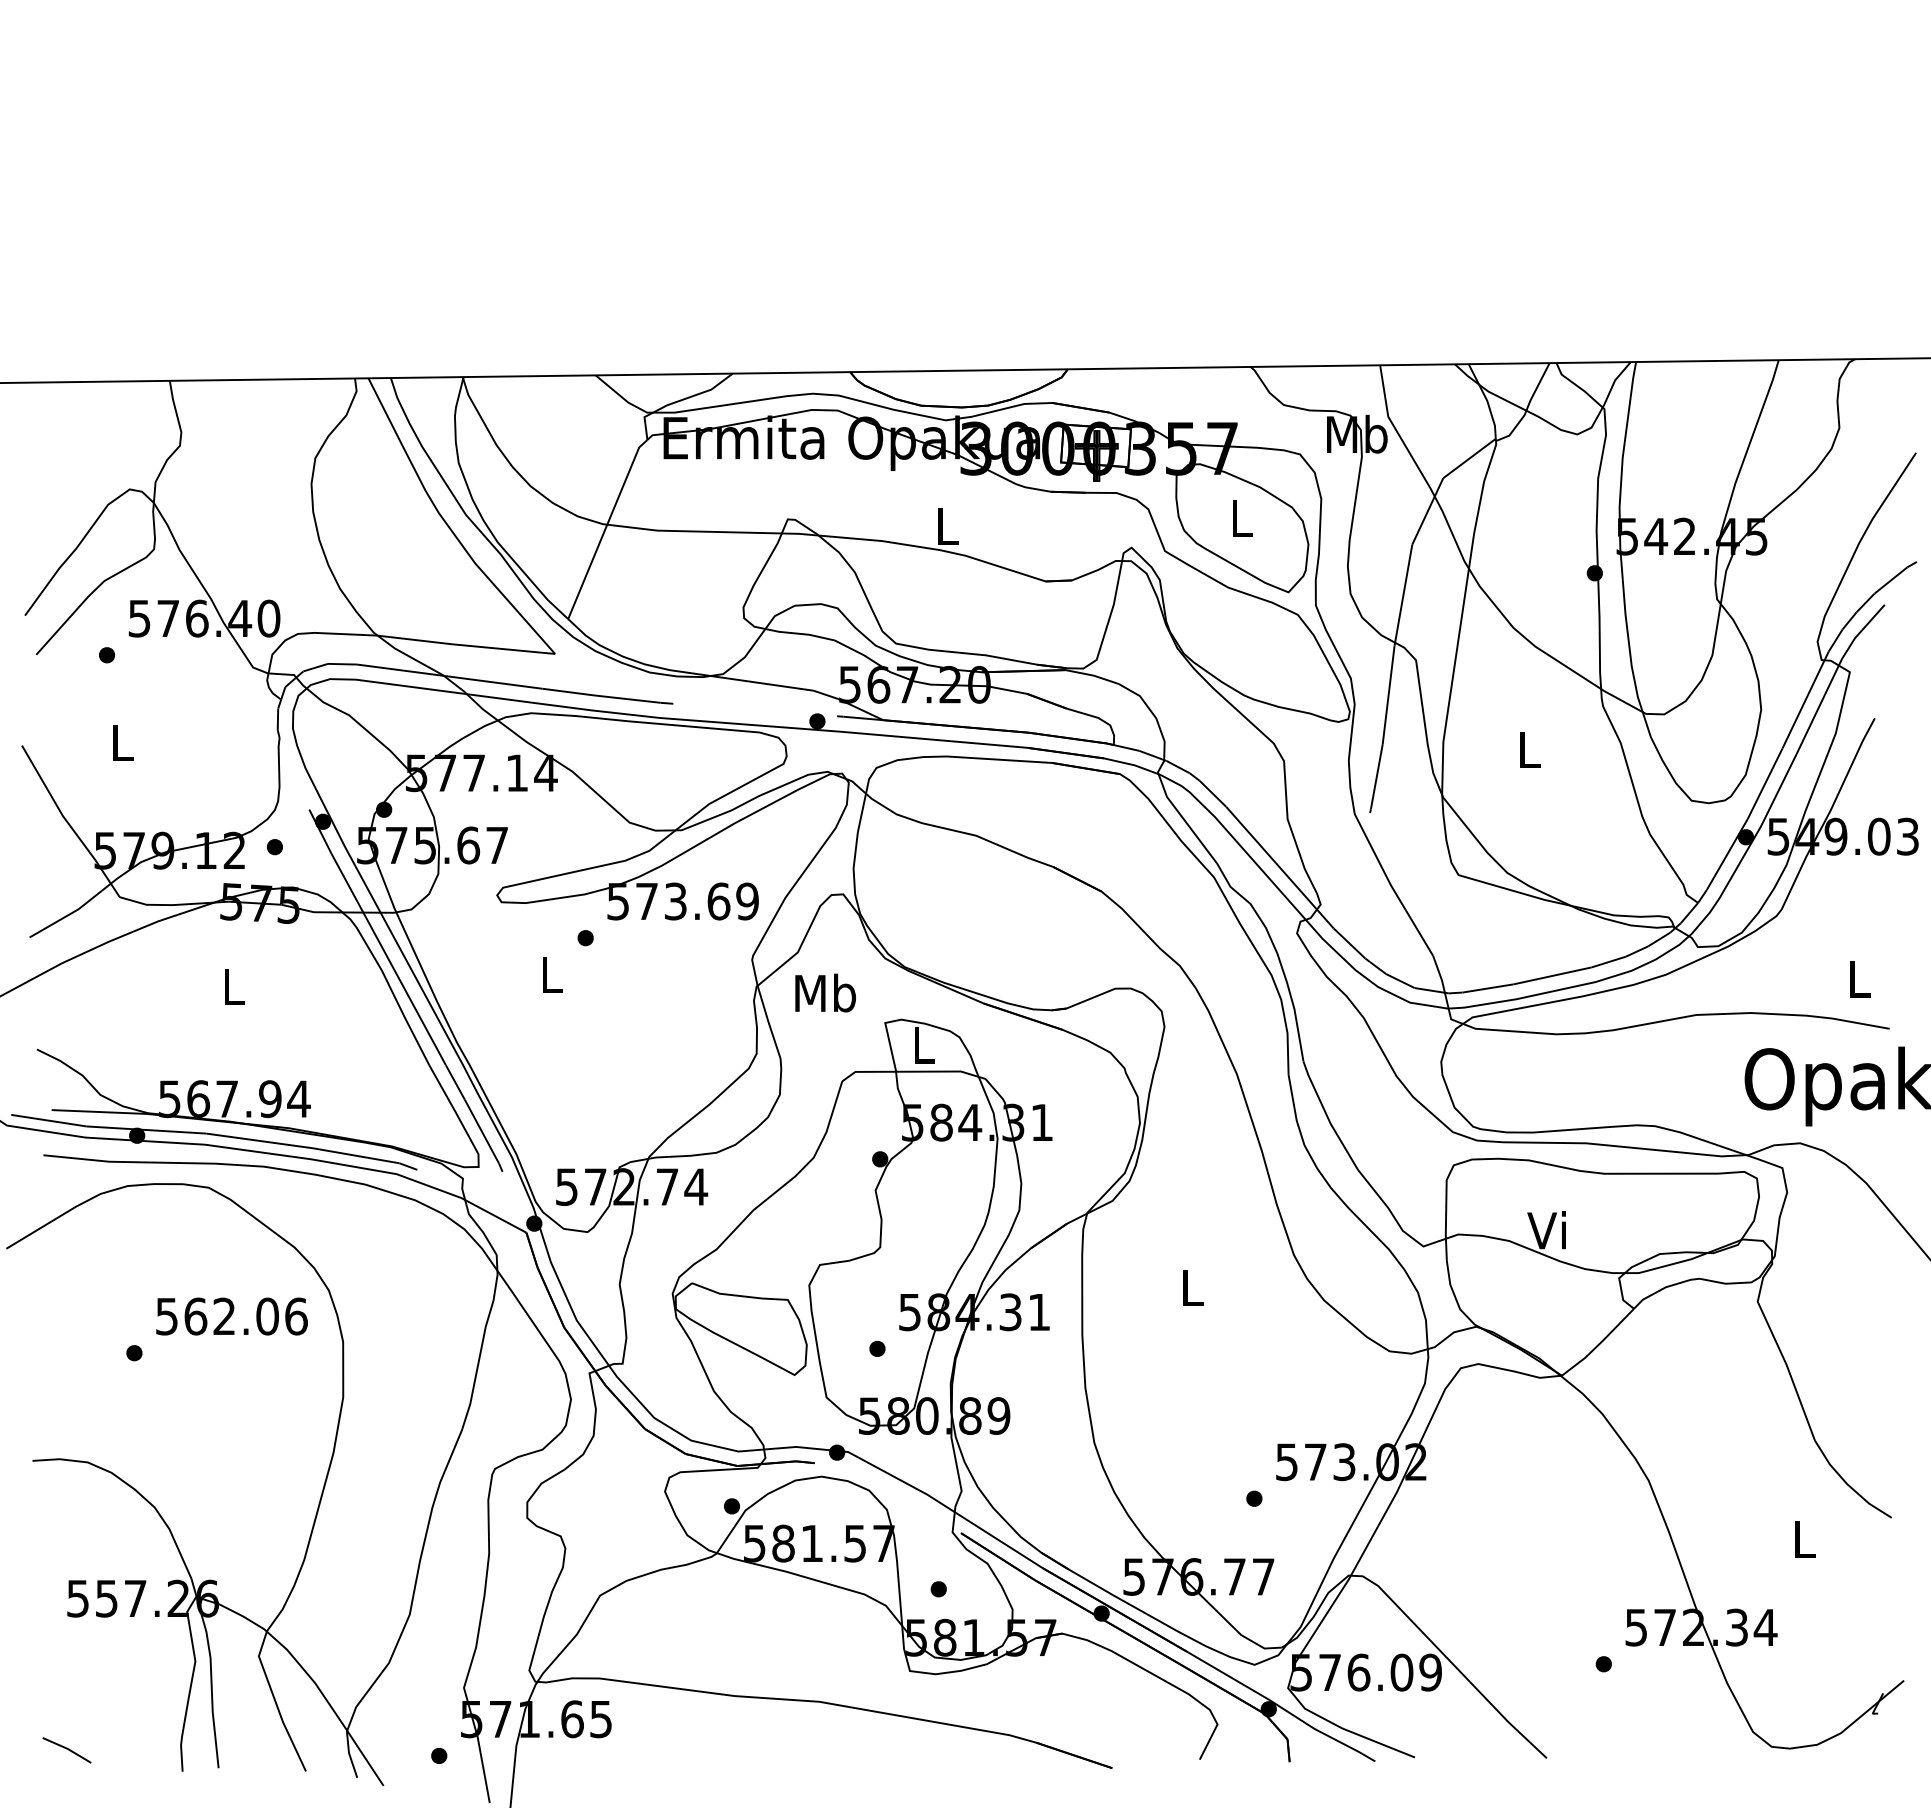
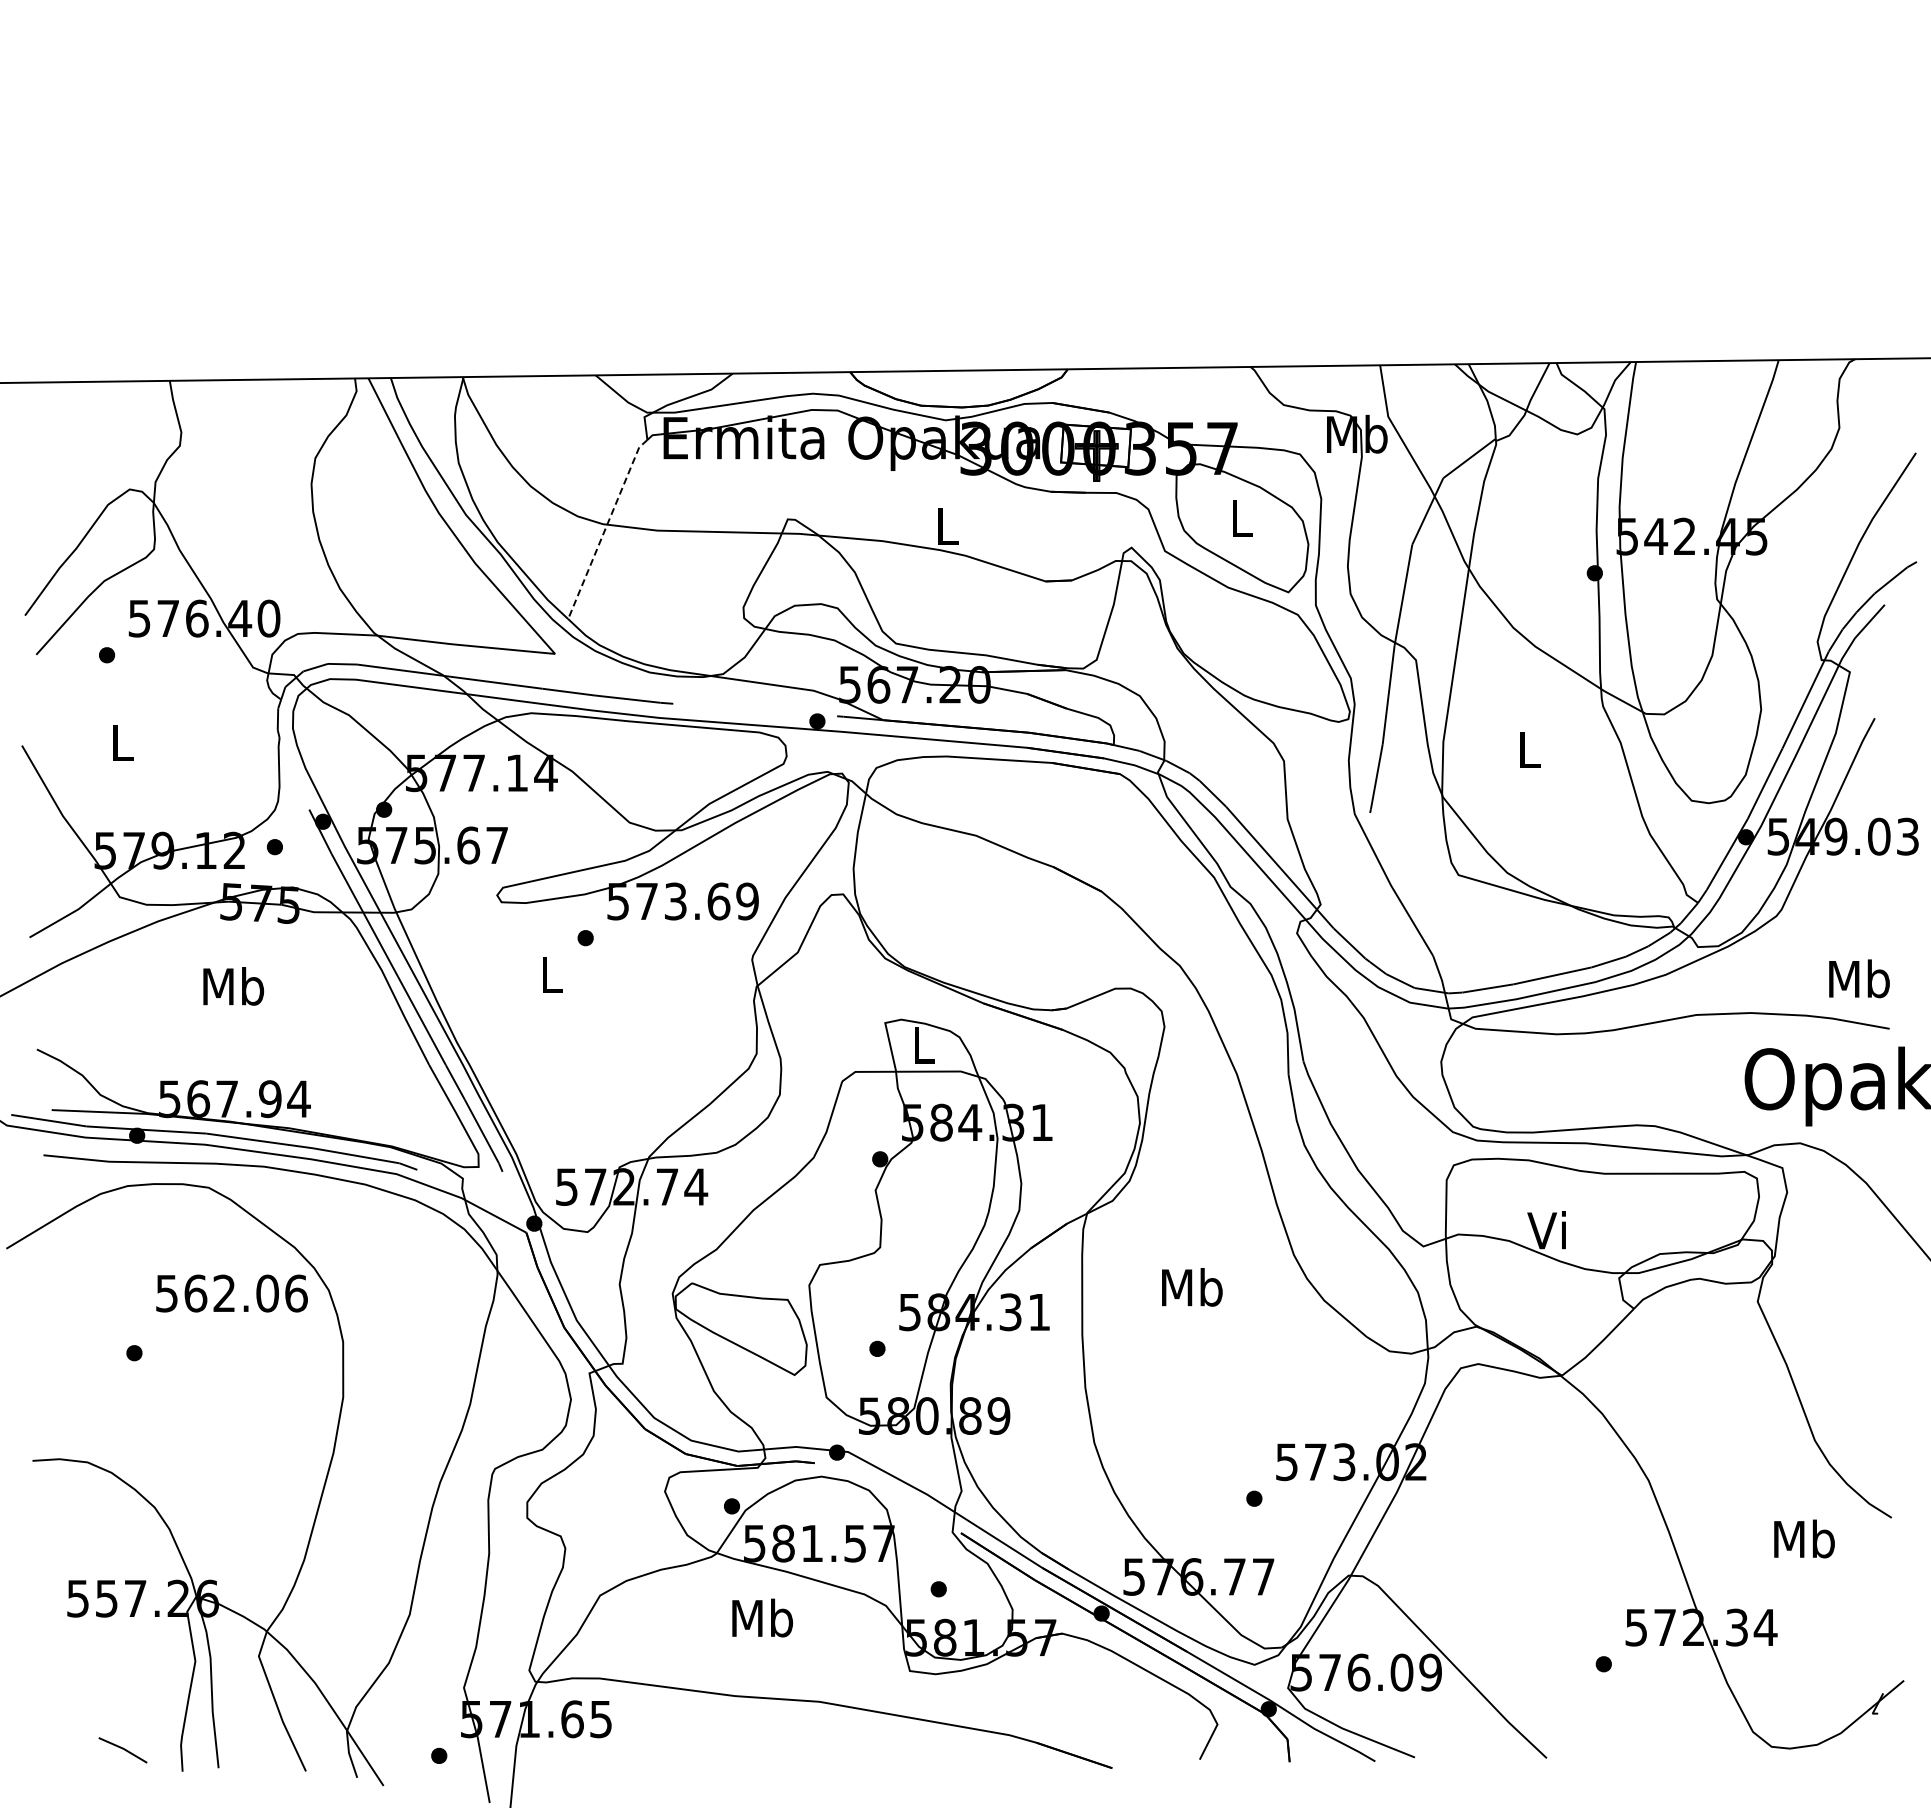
line at (606, 527): solid -> dashed
text at (1859, 978): L -> Mb
text at (233, 986): L -> Mb
text at (825, 992) position: (825, 992) -> (762, 1617)
text at (1192, 1287): L -> Mb
text at (231, 1316) position: (231, 1316) -> (231, 1293)
text at (1804, 1538): L -> Mb
line at (66, 1749) position: (66, 1749) -> (122, 1749)
